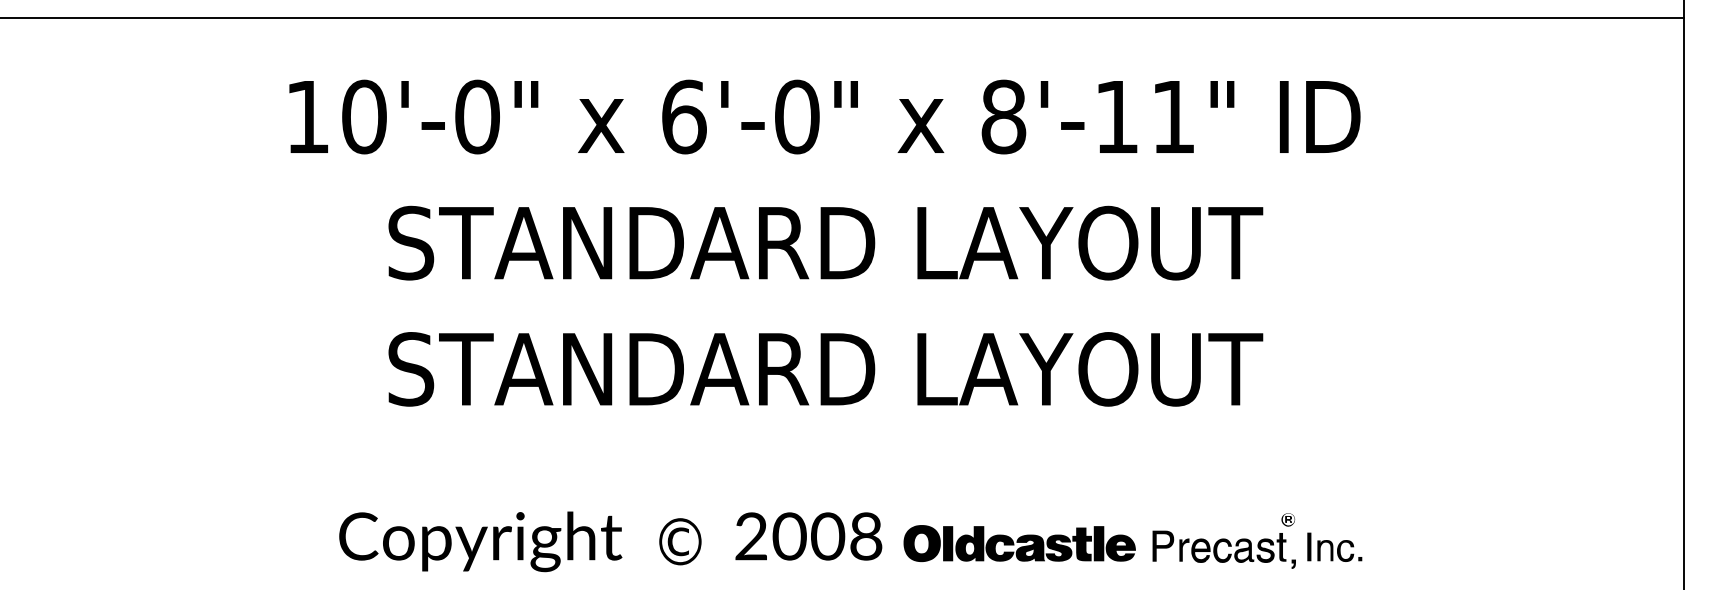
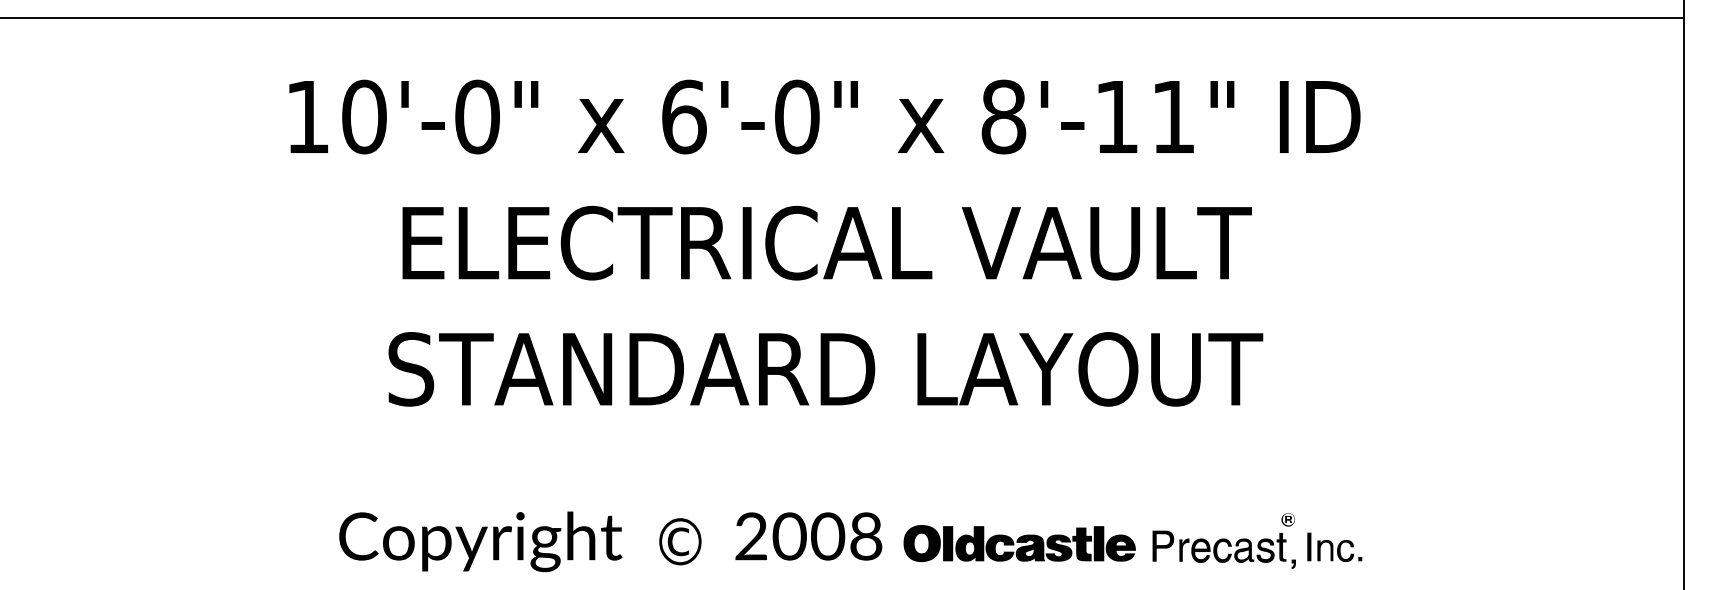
text at (825, 242): STANDARD LAYOUT -> ELECTRICAL VAULT
